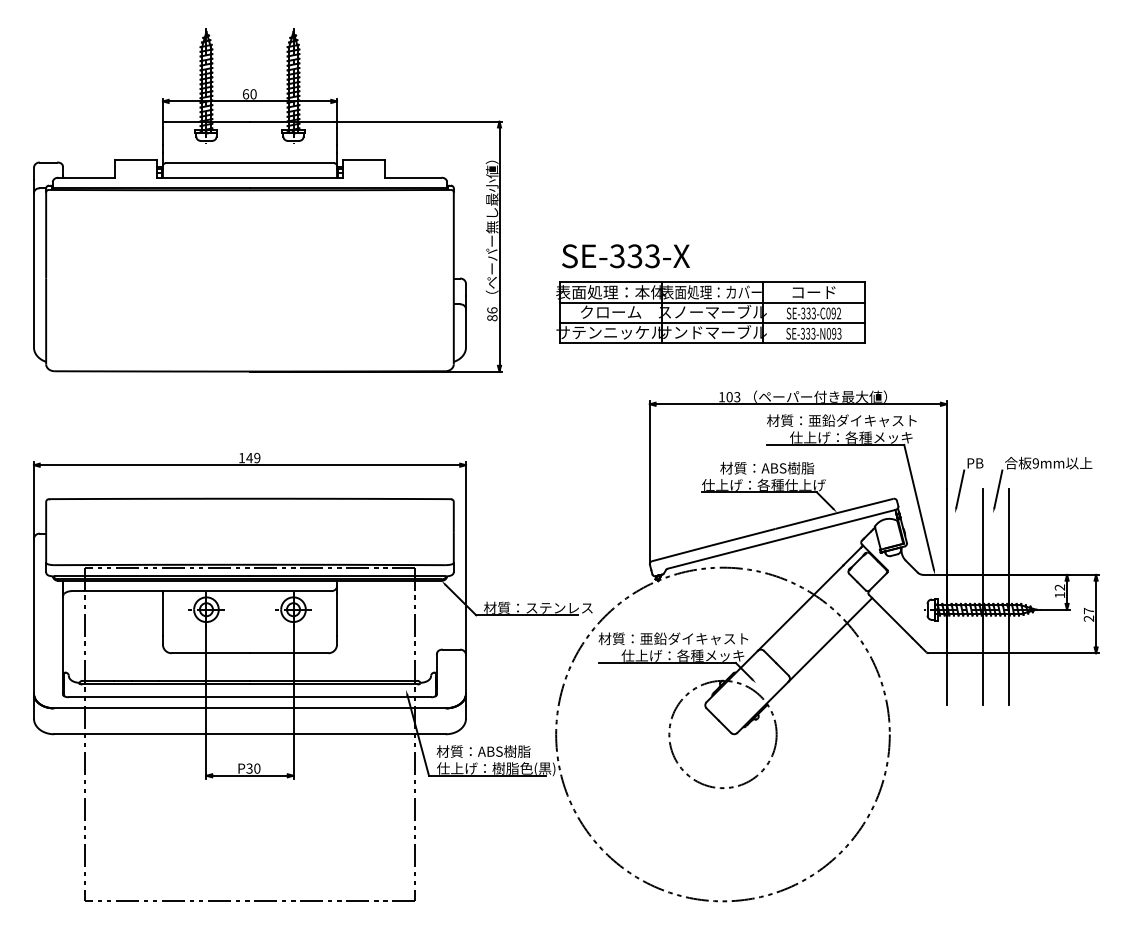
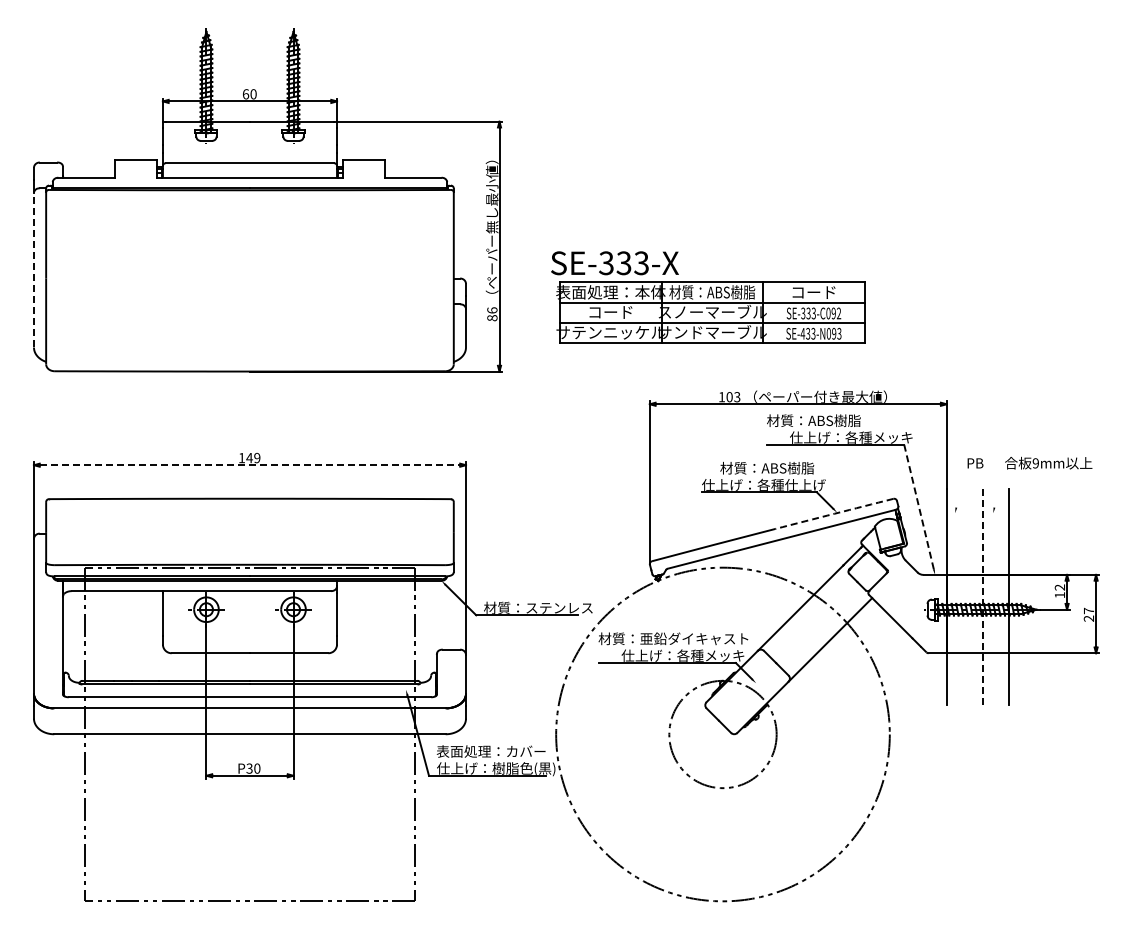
text at (625, 256) position: (625, 256) -> (614, 263)
line at (33, 269): solid -> dashed
text at (712, 292): 表面処理：カバー -> 材質：ABS樹脂
text at (611, 311): クローム -> コード
text at (802, 333): SE-333-N093 -> SE-433-N093
text at (862, 420): 材質：亜鉛ダイキャスト -> 材質：ABS樹脂
line at (250, 465): solid -> dashed
line at (960, 488): present -> none
line at (998, 488): present -> none
line at (919, 507): solid -> dashed
arc at (834, 513): solid -> dashed
line at (982, 597): solid -> dashed
text at (490, 751): 材質：ABS樹脂 -> 表面処理：カバー
